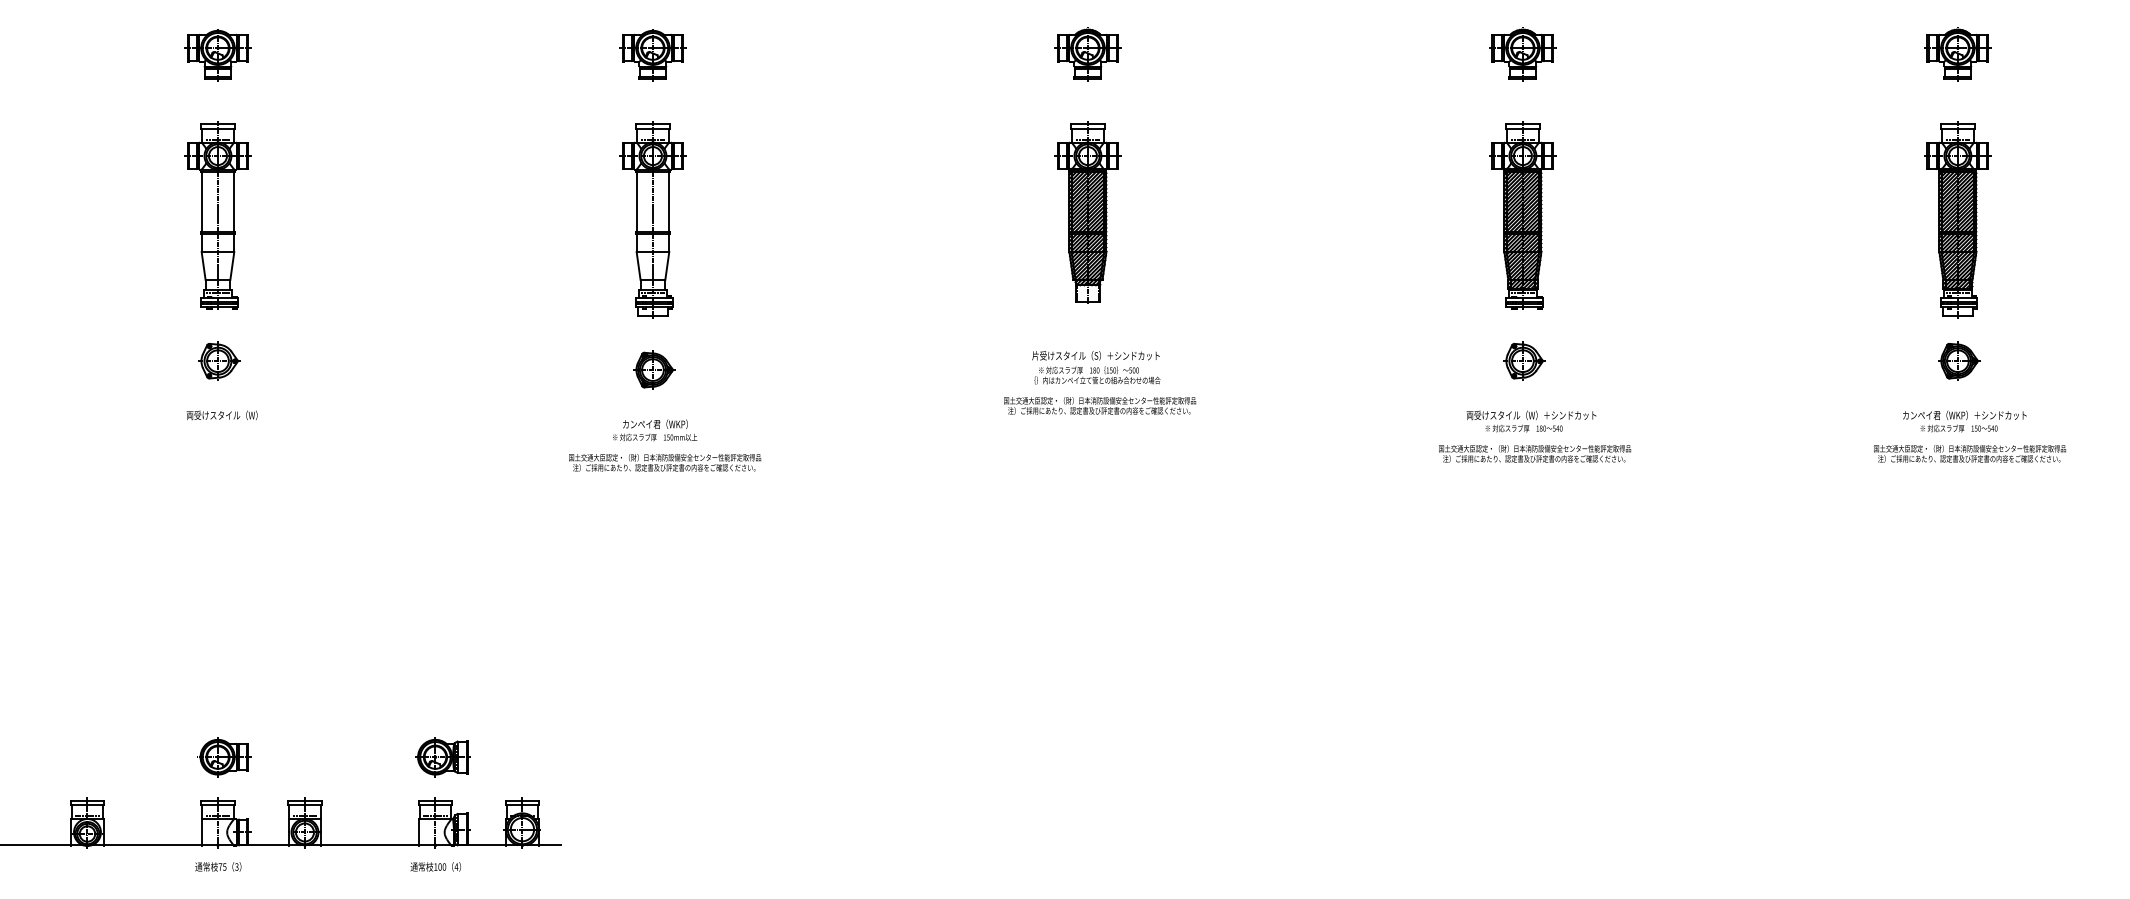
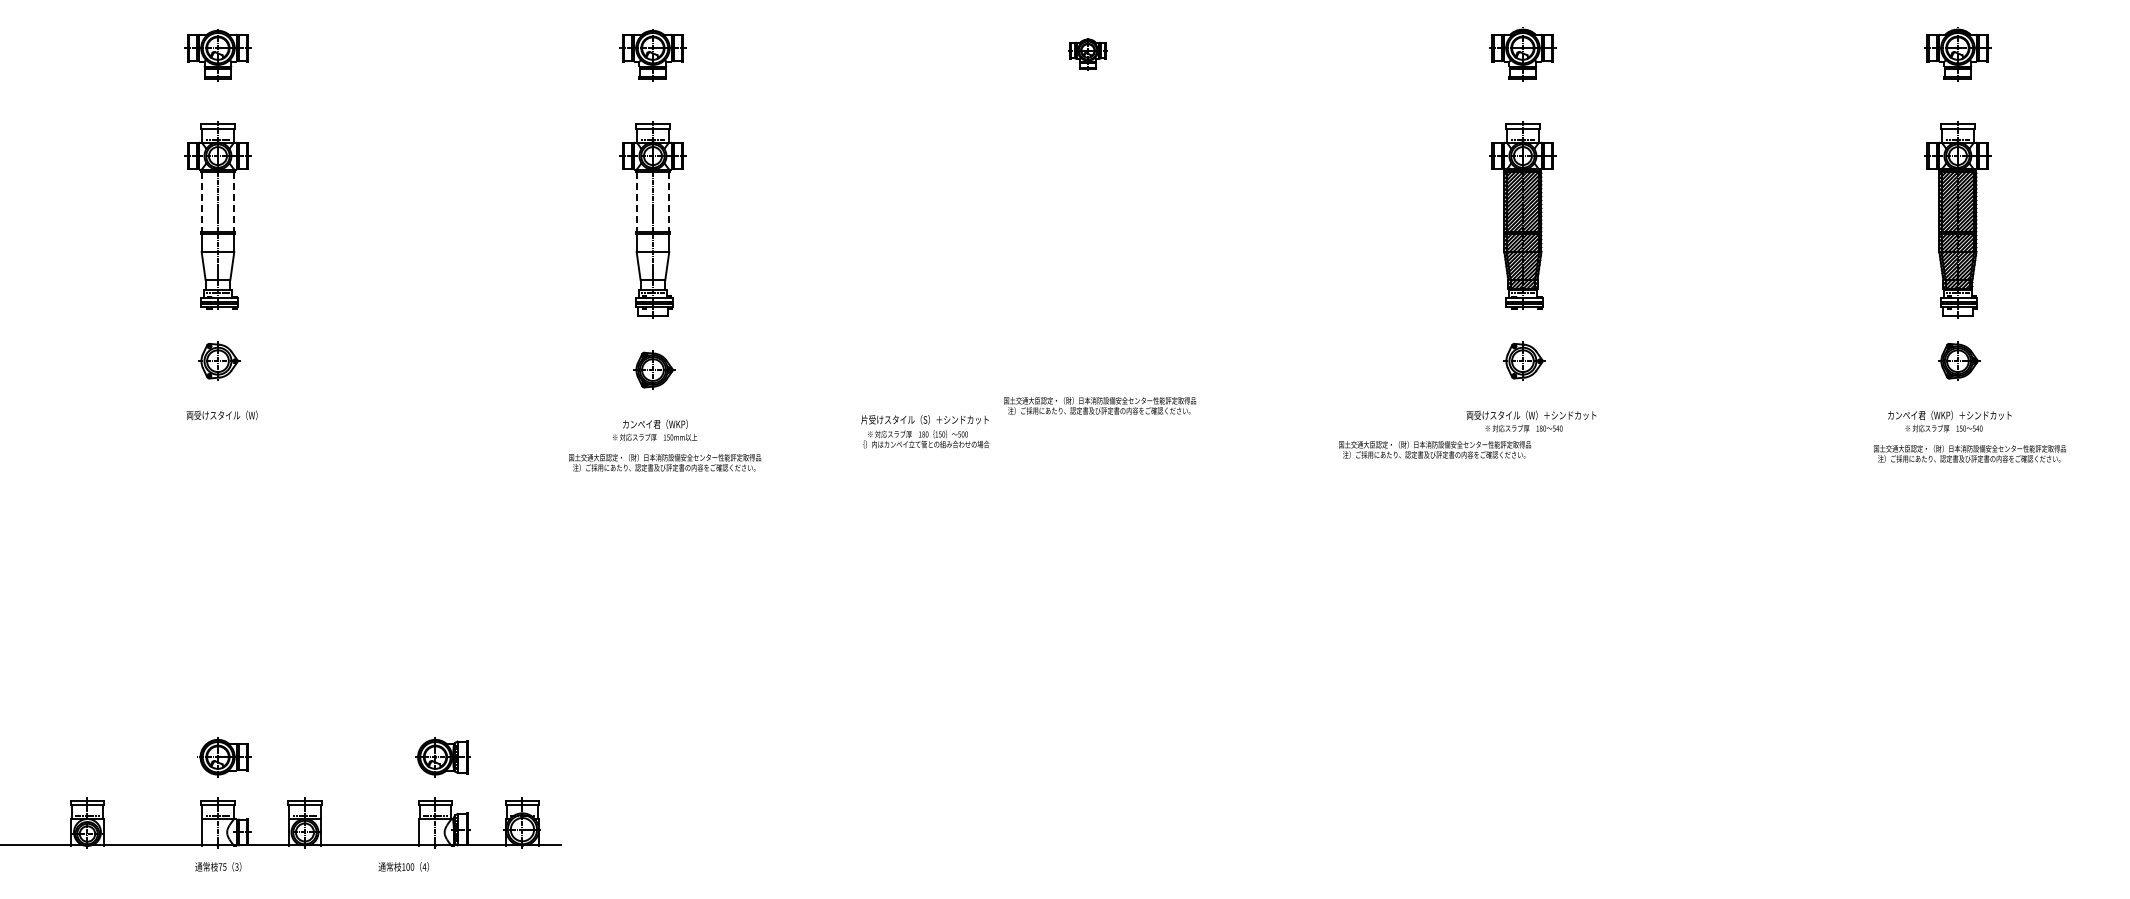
part at (1087, 54) size: 68x55 px -> 40x33 px
line at (201, 201): solid -> dashed
line at (234, 201): solid -> dashed
line at (636, 201): solid -> dashed
line at (669, 201): solid -> dashed
part at (1087, 212): present -> none
text at (1096, 367) position: (1096, 367) -> (925, 431)
text at (1964, 421) position: (1964, 421) -> (1949, 421)
text at (1535, 453) position: (1535, 453) -> (1435, 449)
text at (435, 866) position: (435, 866) -> (403, 866)
